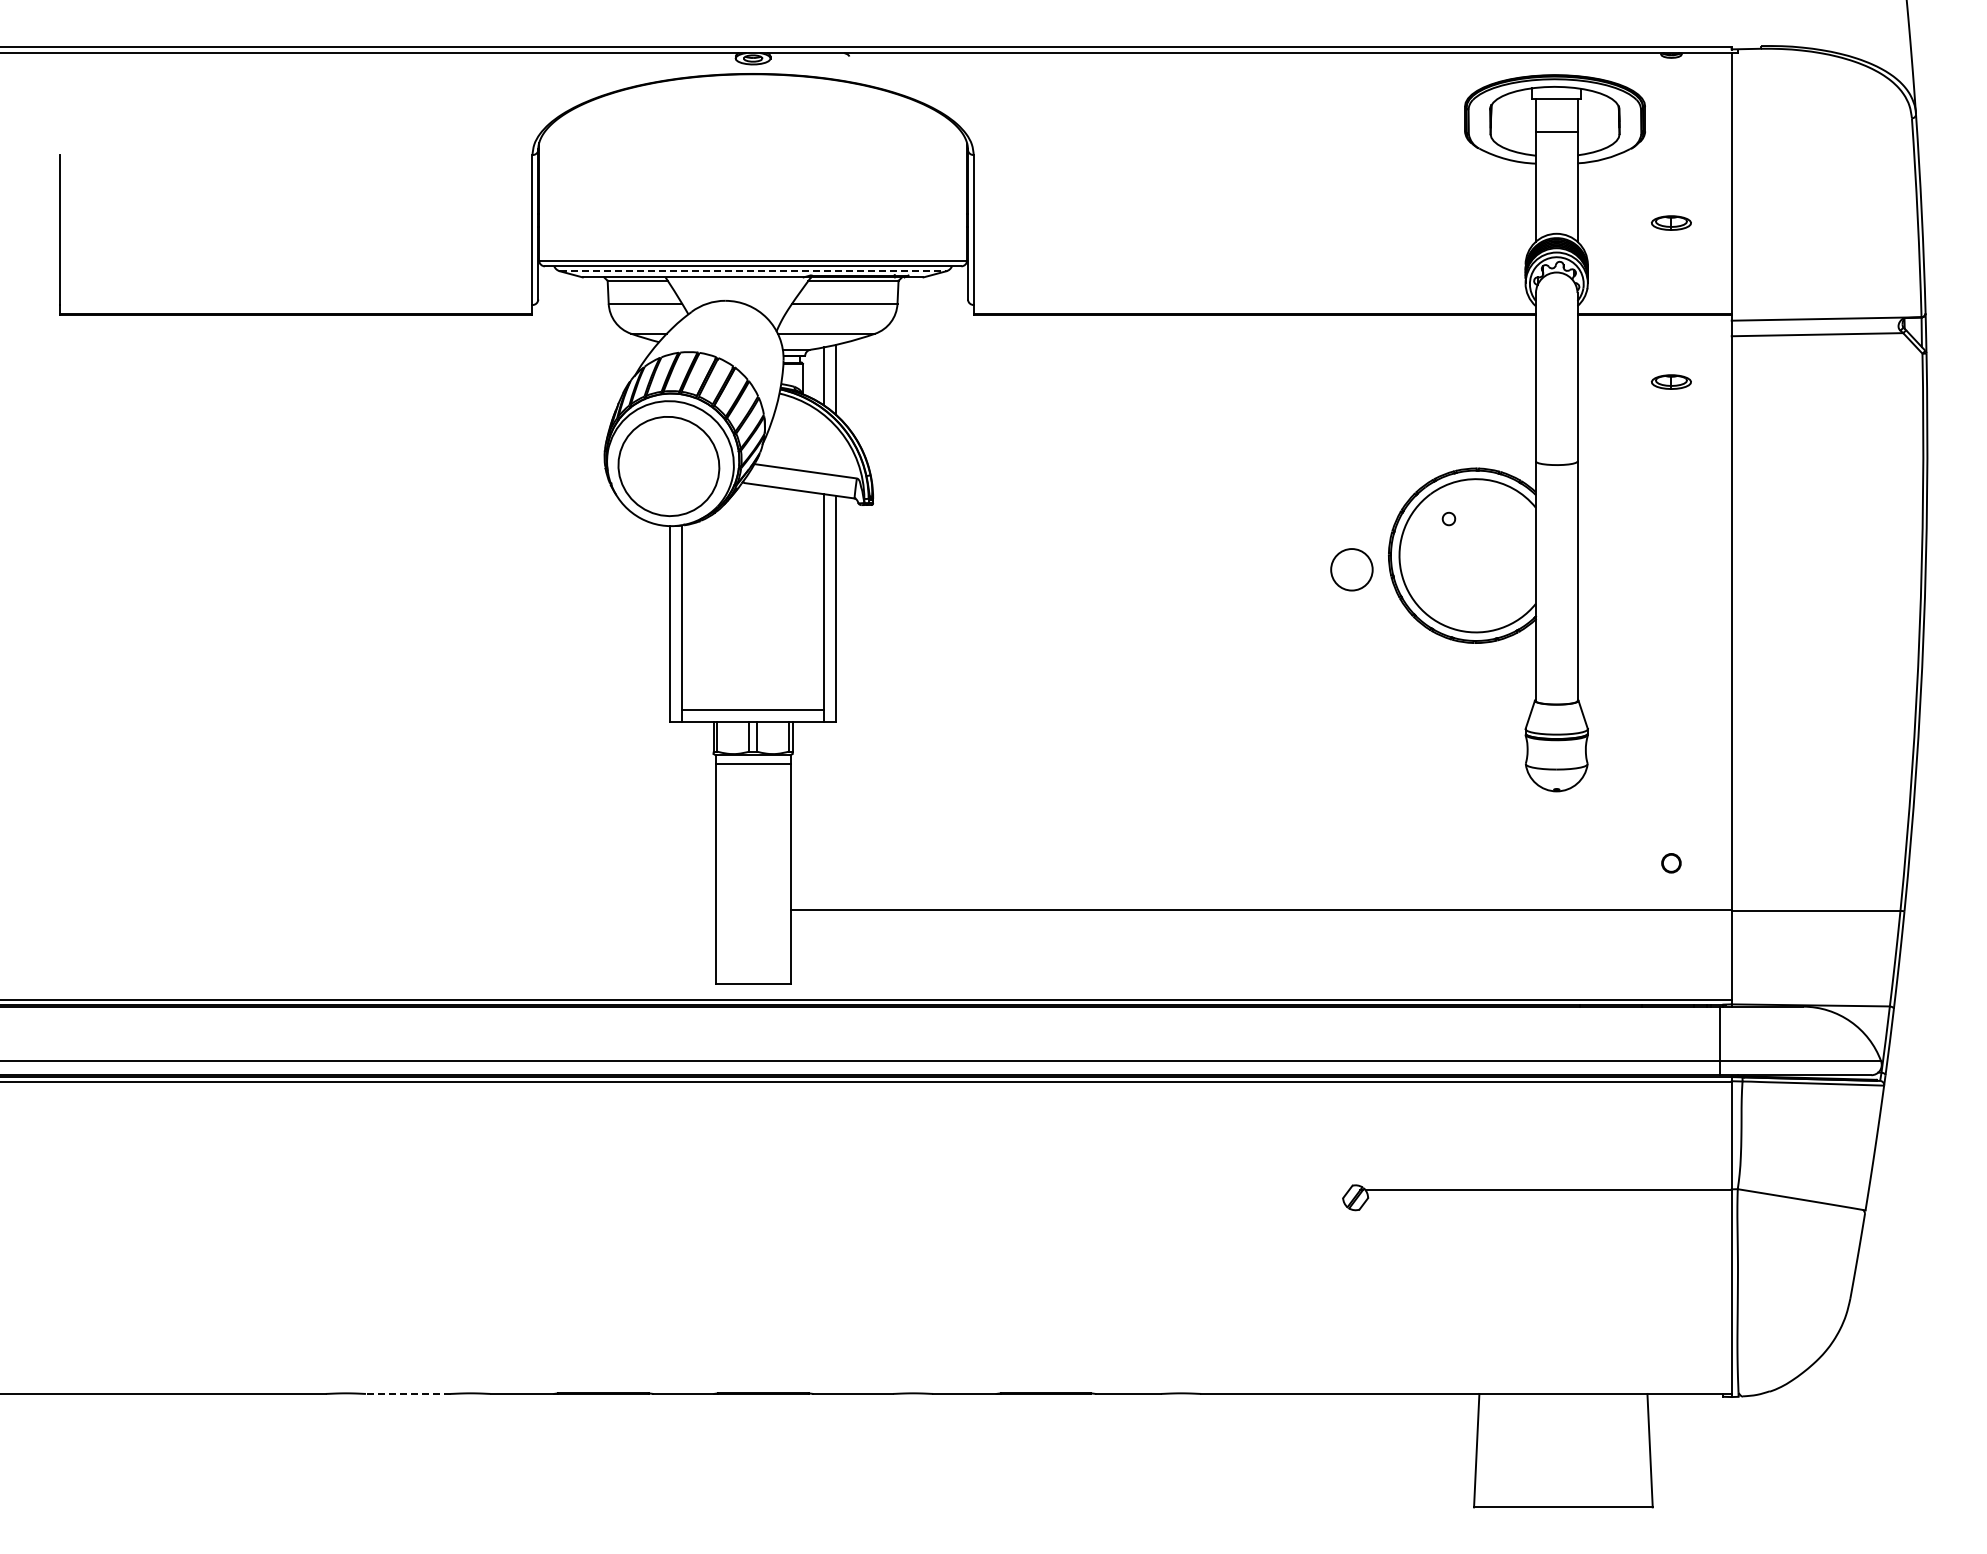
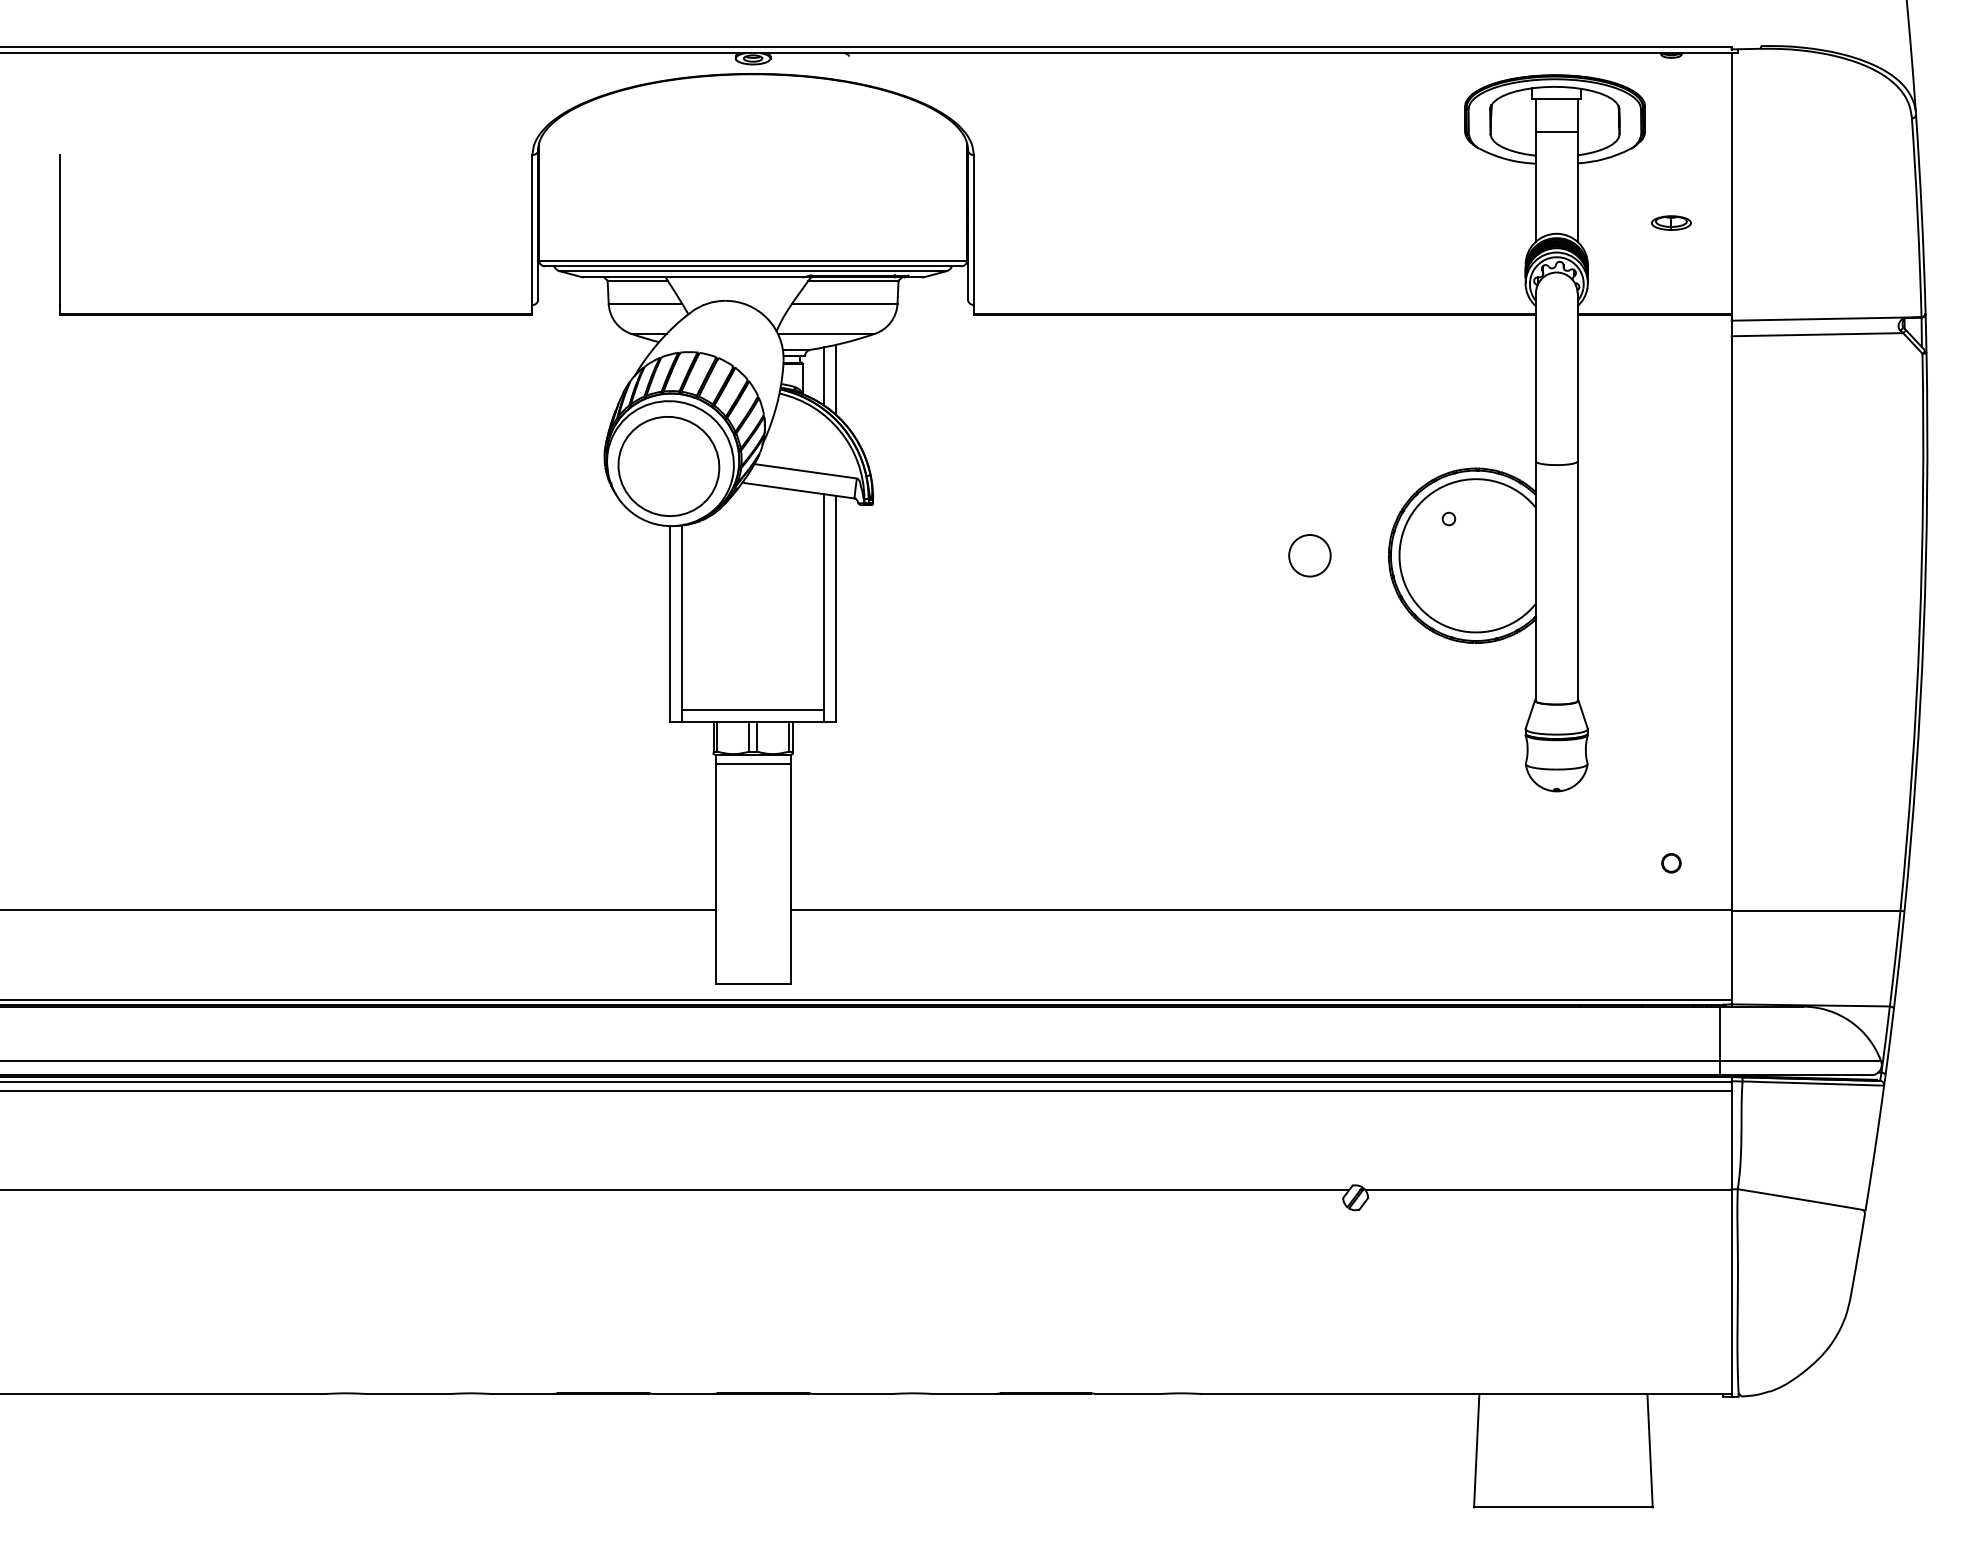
line at (753, 271): dashed -> solid
part at (1671, 381): present -> none
circle at (1351, 569) position: (1351, 569) -> (1309, 555)
line at (358, 909): none -> present
line at (866, 1090): none -> present
line at (675, 1190): none -> present
line at (407, 1393): dashed -> solid
